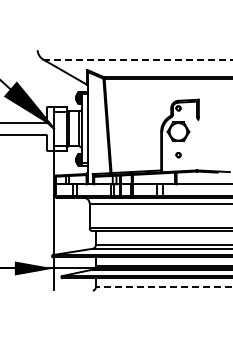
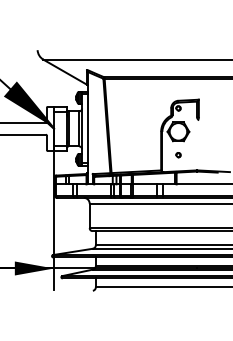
line at (138, 59): dashed -> solid
line at (163, 287): dashed -> solid
